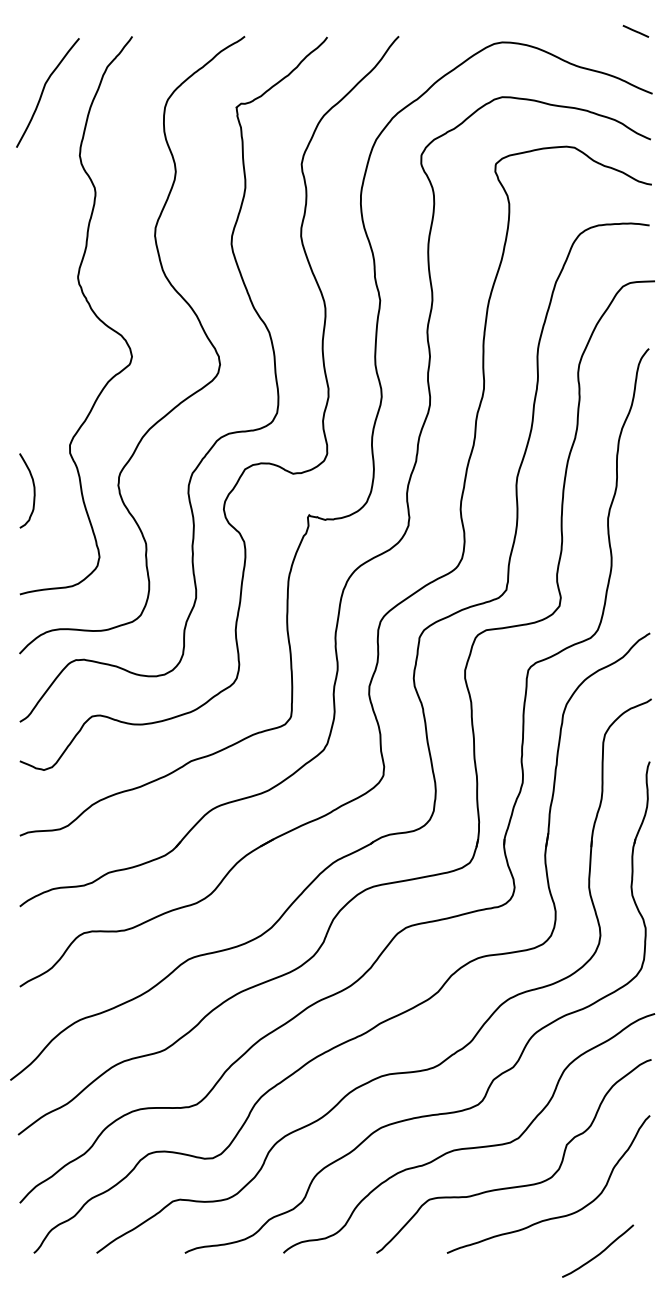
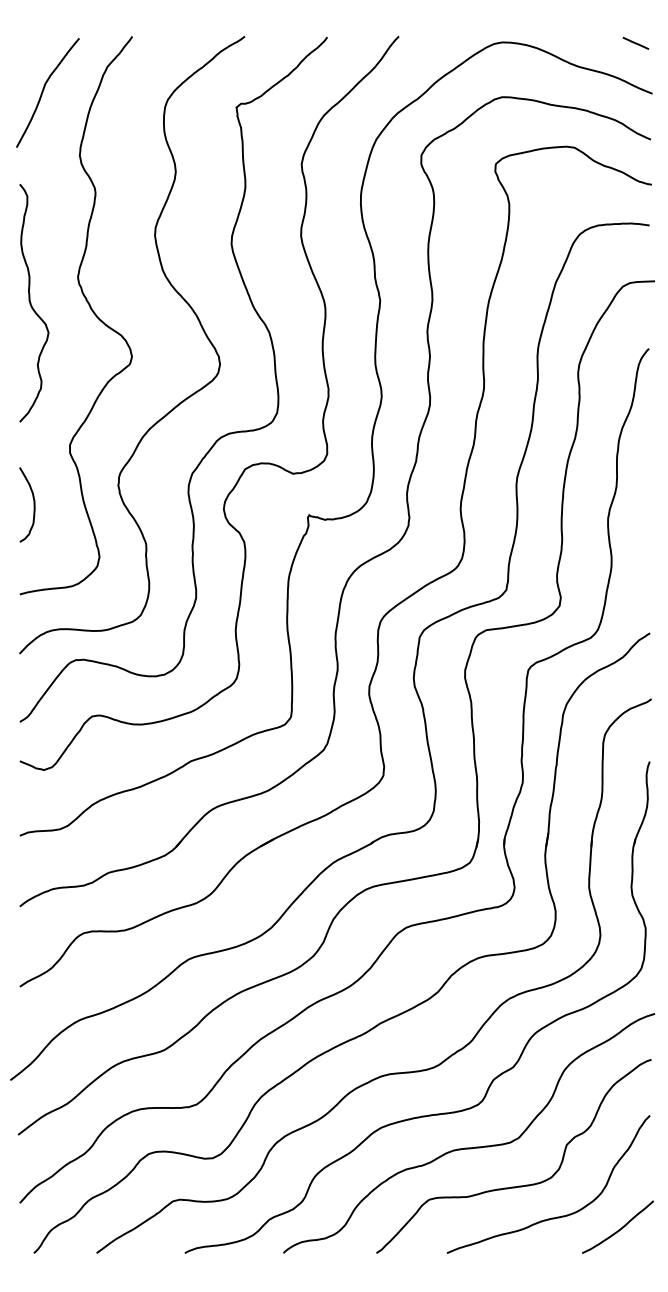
line at (635, 31) position: (635, 31) -> (635, 43)
curve at (32, 305): none -> present
curve at (33, 490) position: (33, 490) -> (33, 504)
curve at (600, 1252) position: (600, 1252) -> (620, 1228)
